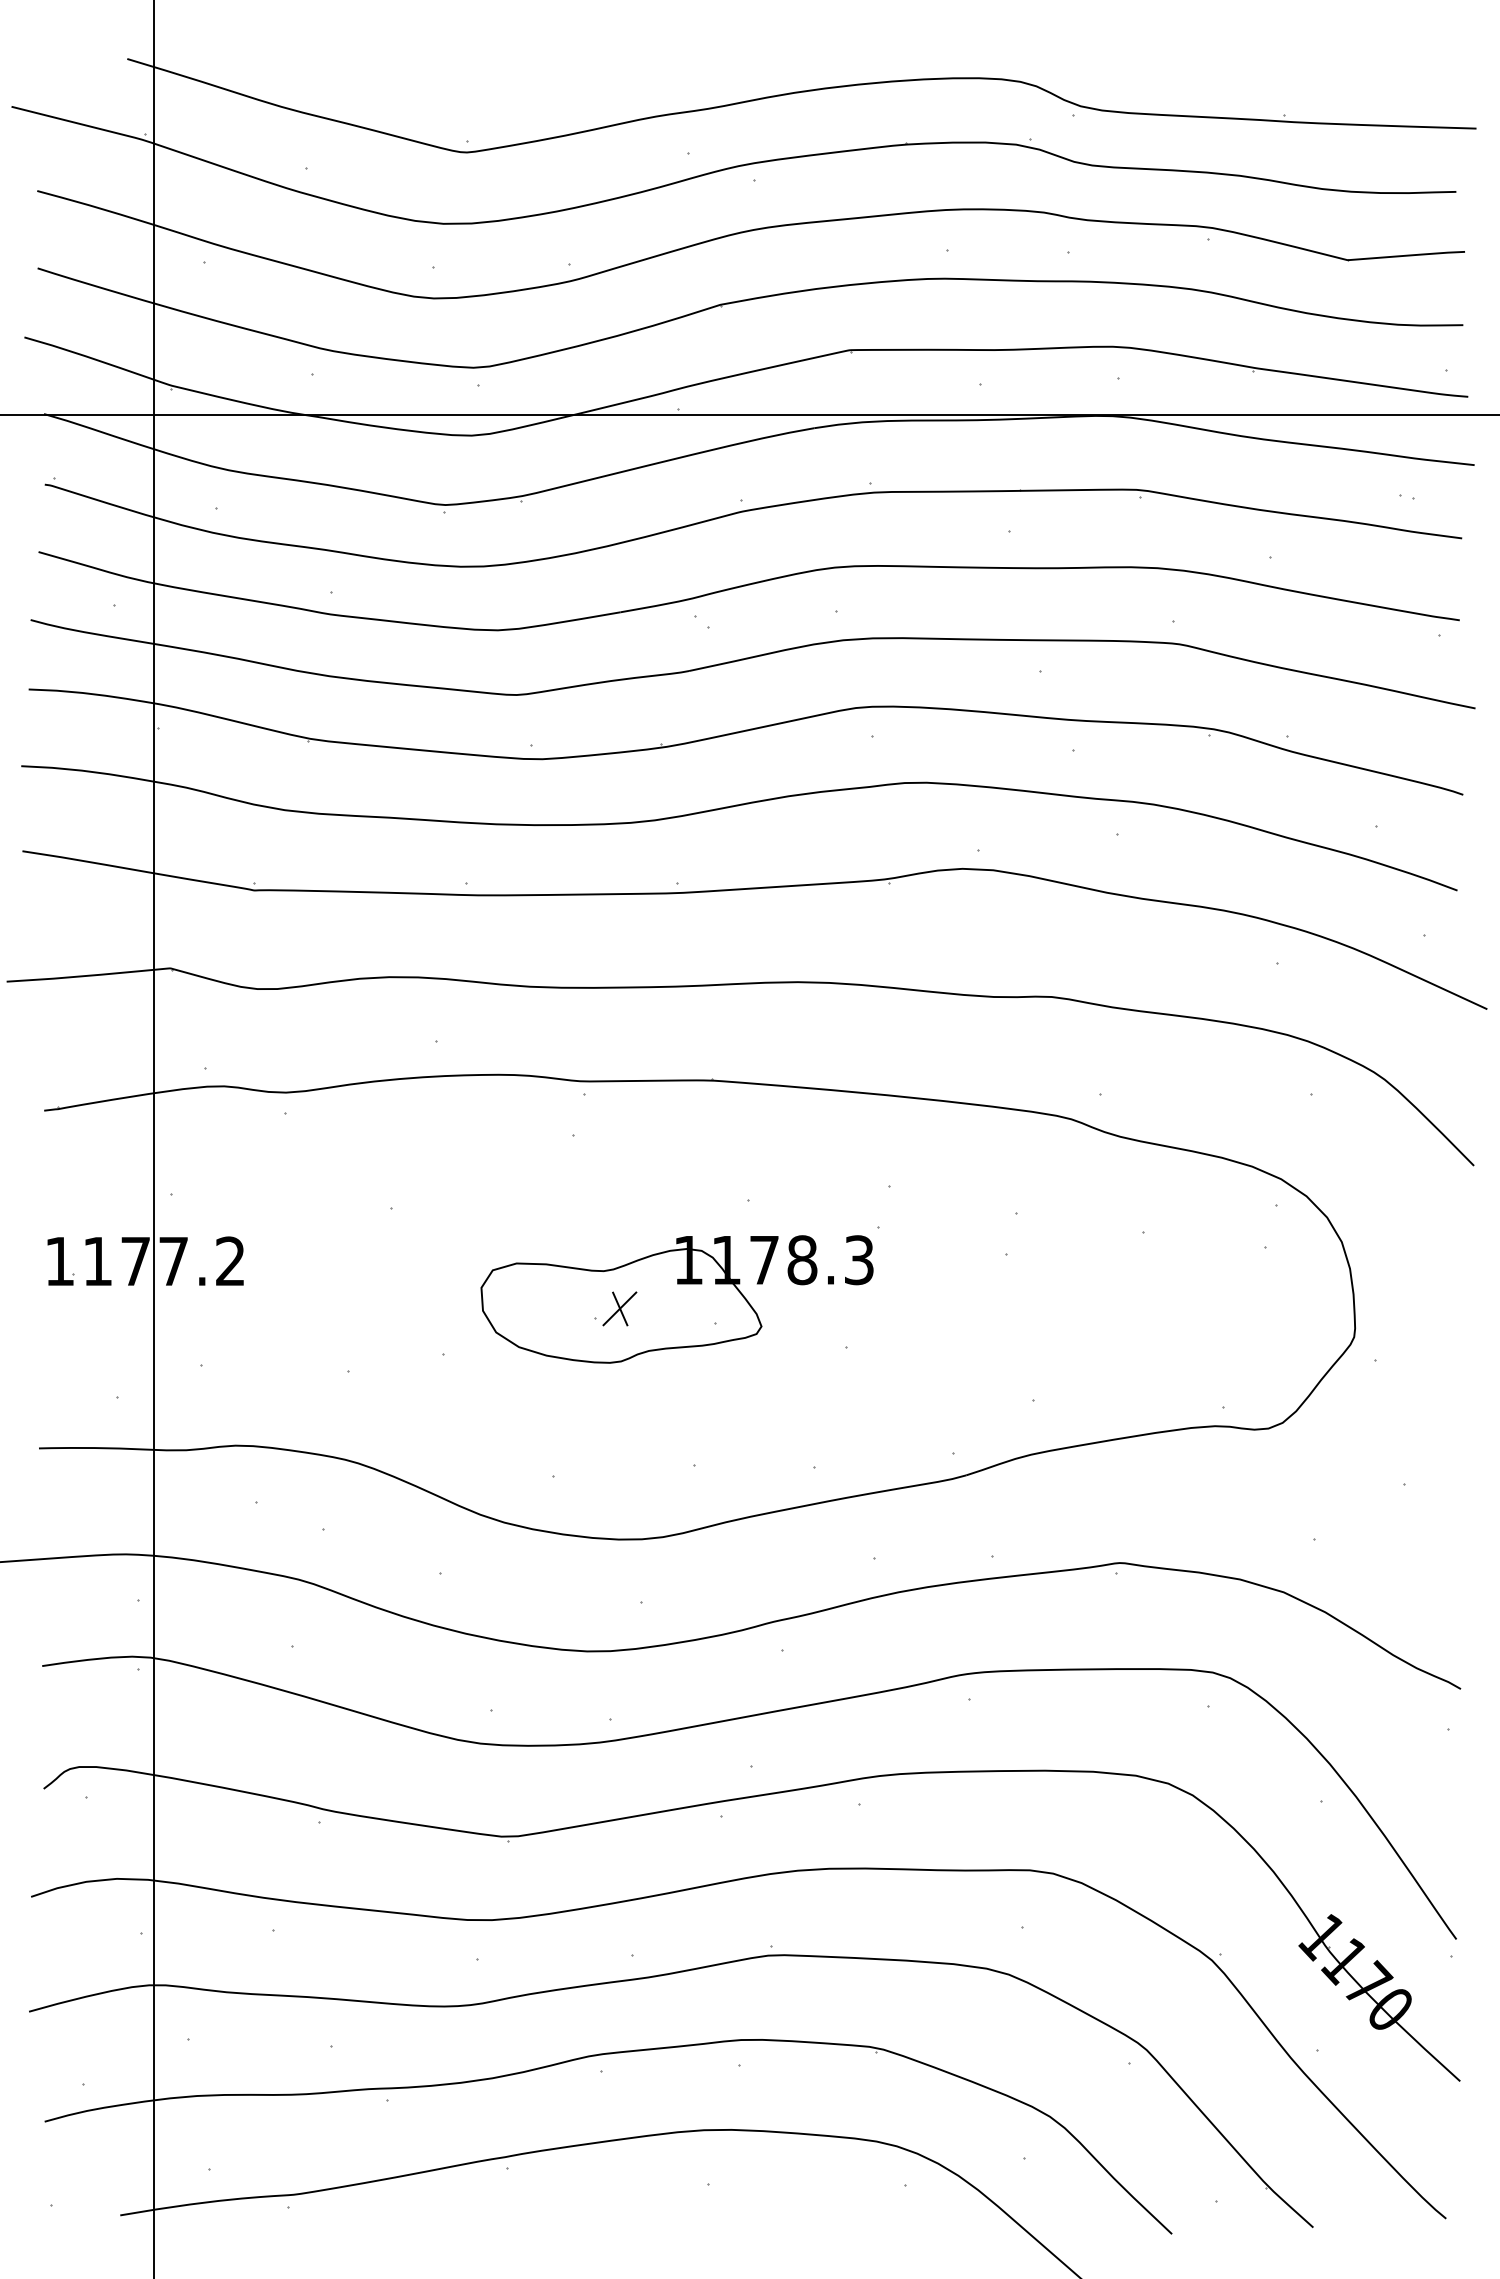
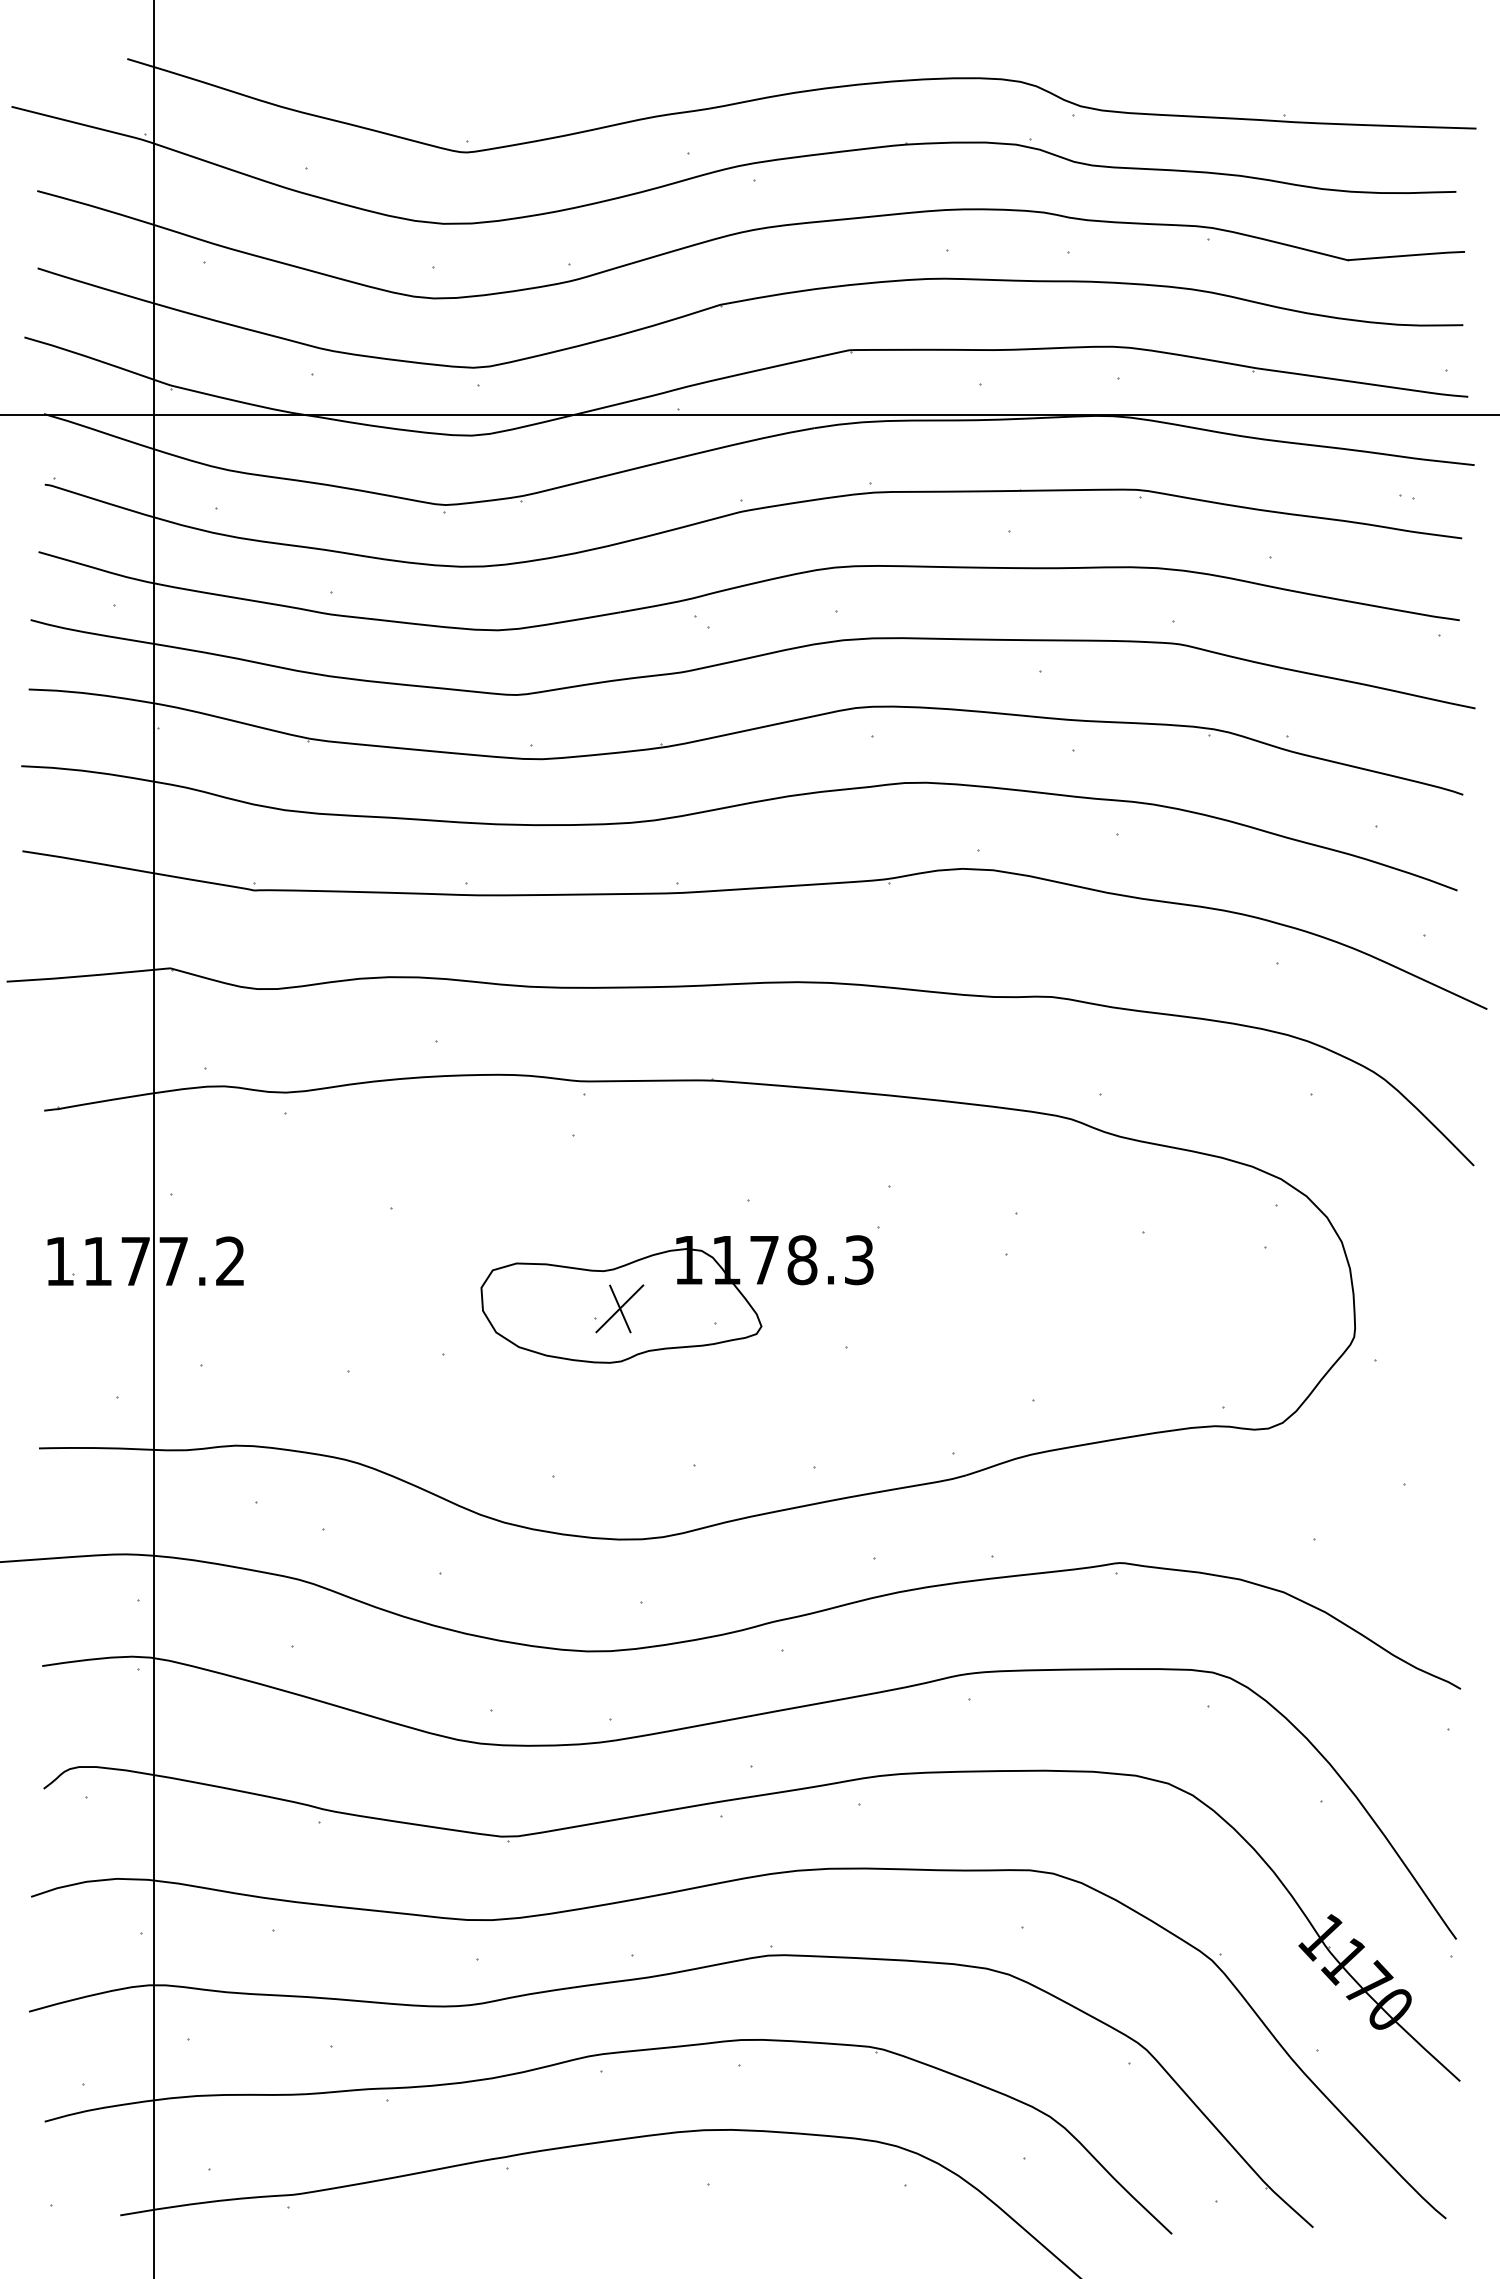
part at (619, 1308) size: 36x36 px -> 50x50 px
